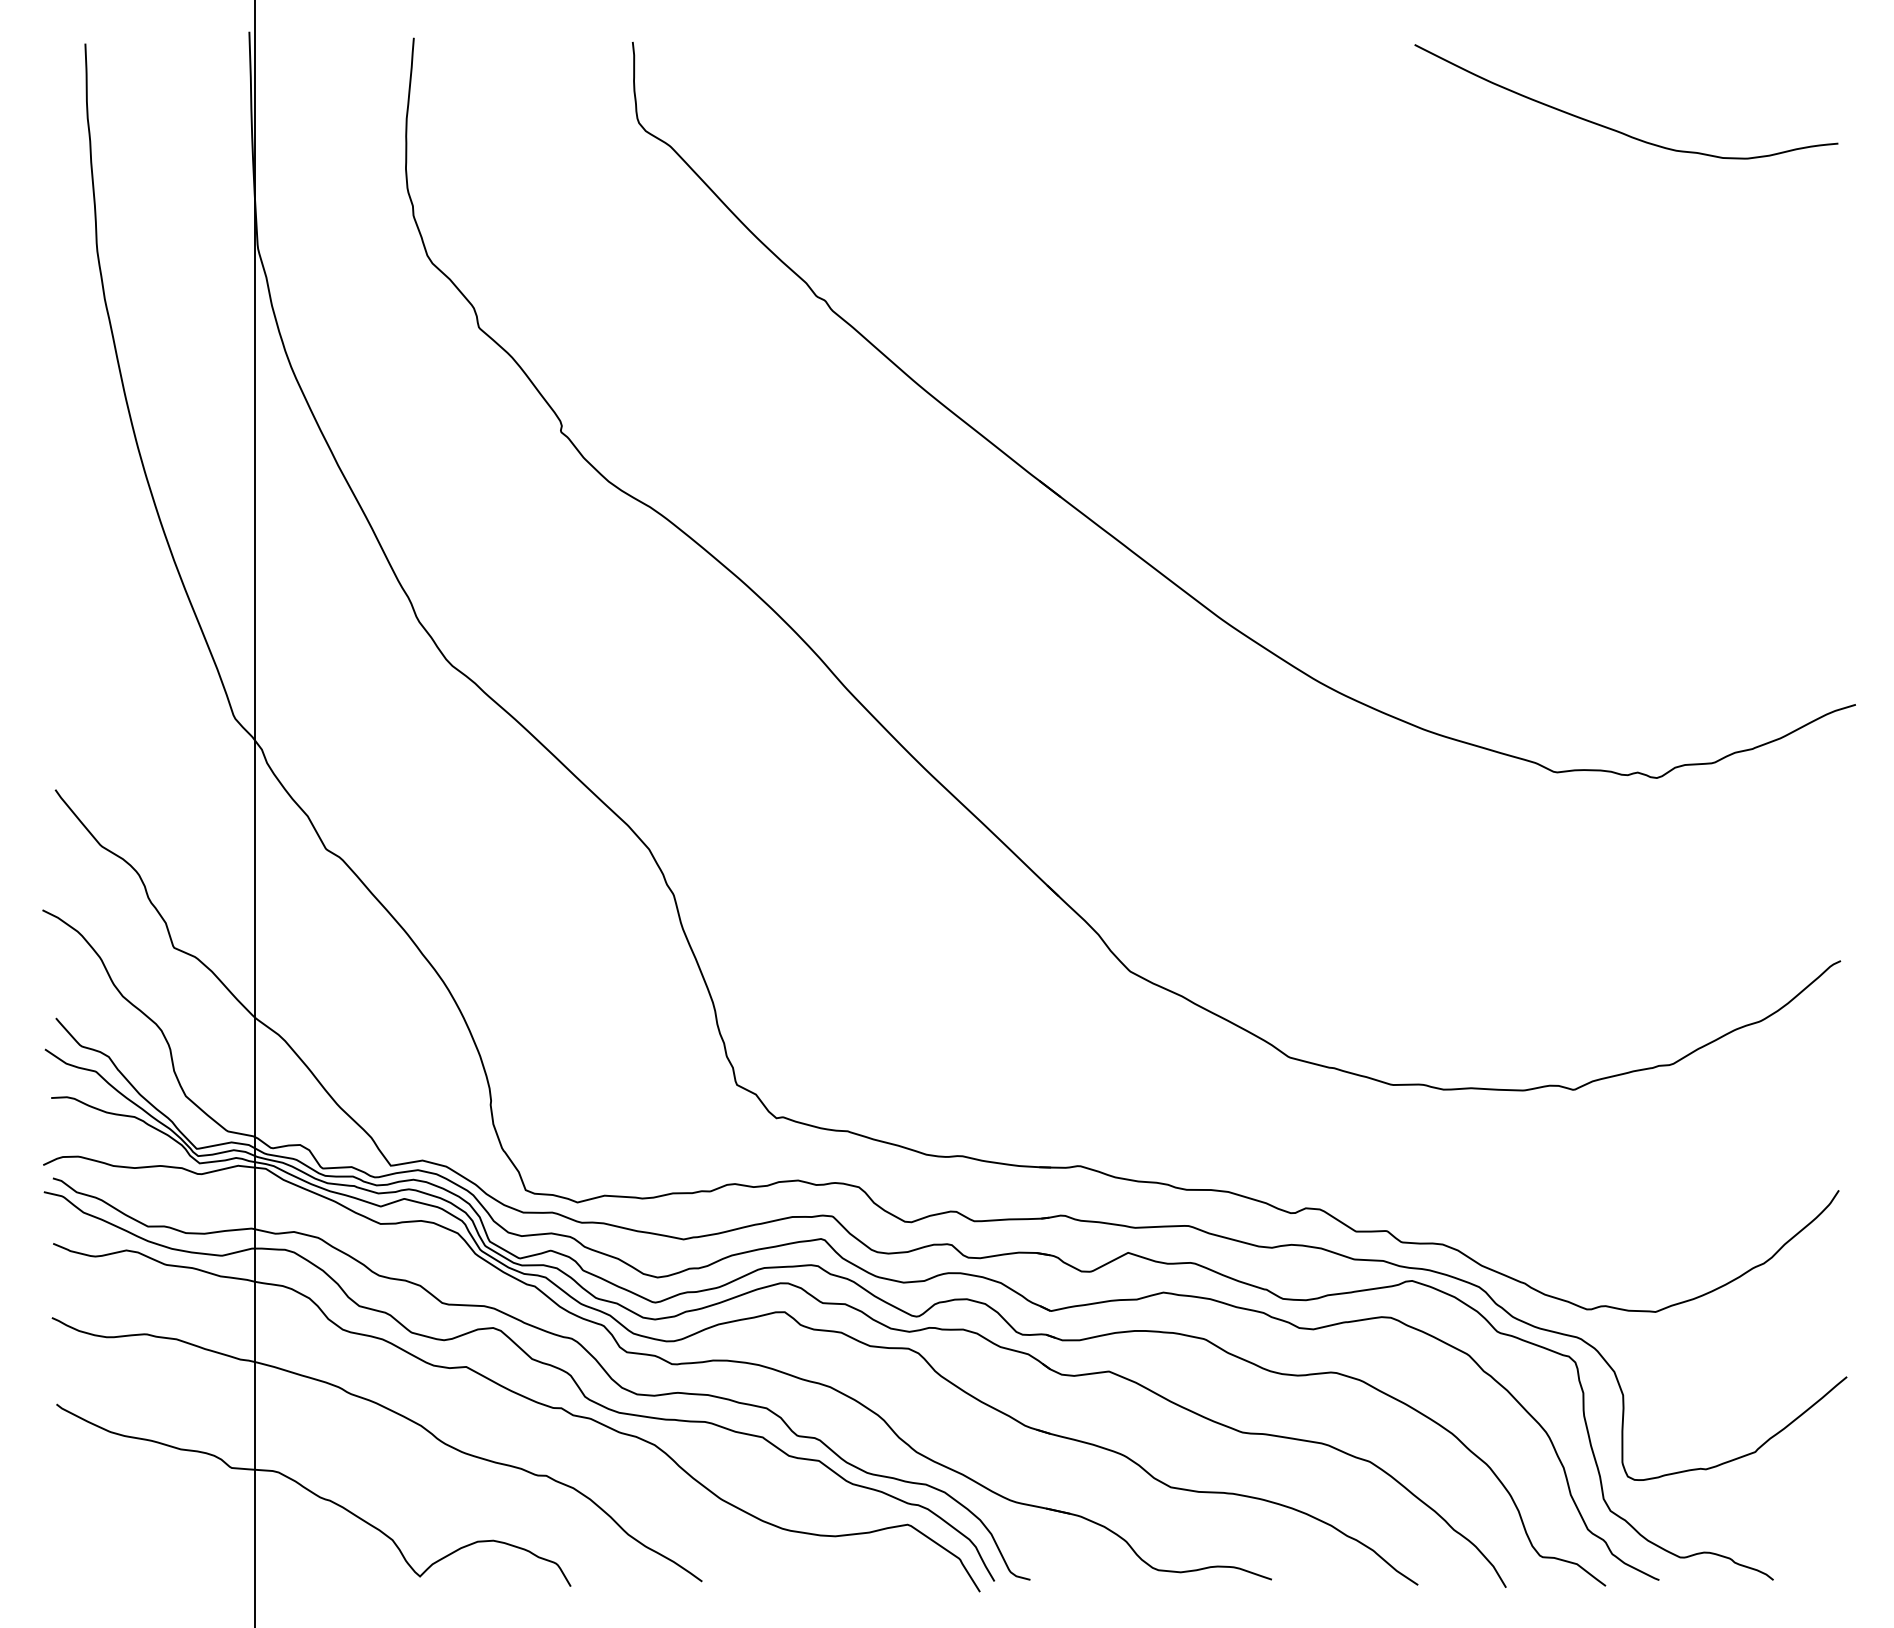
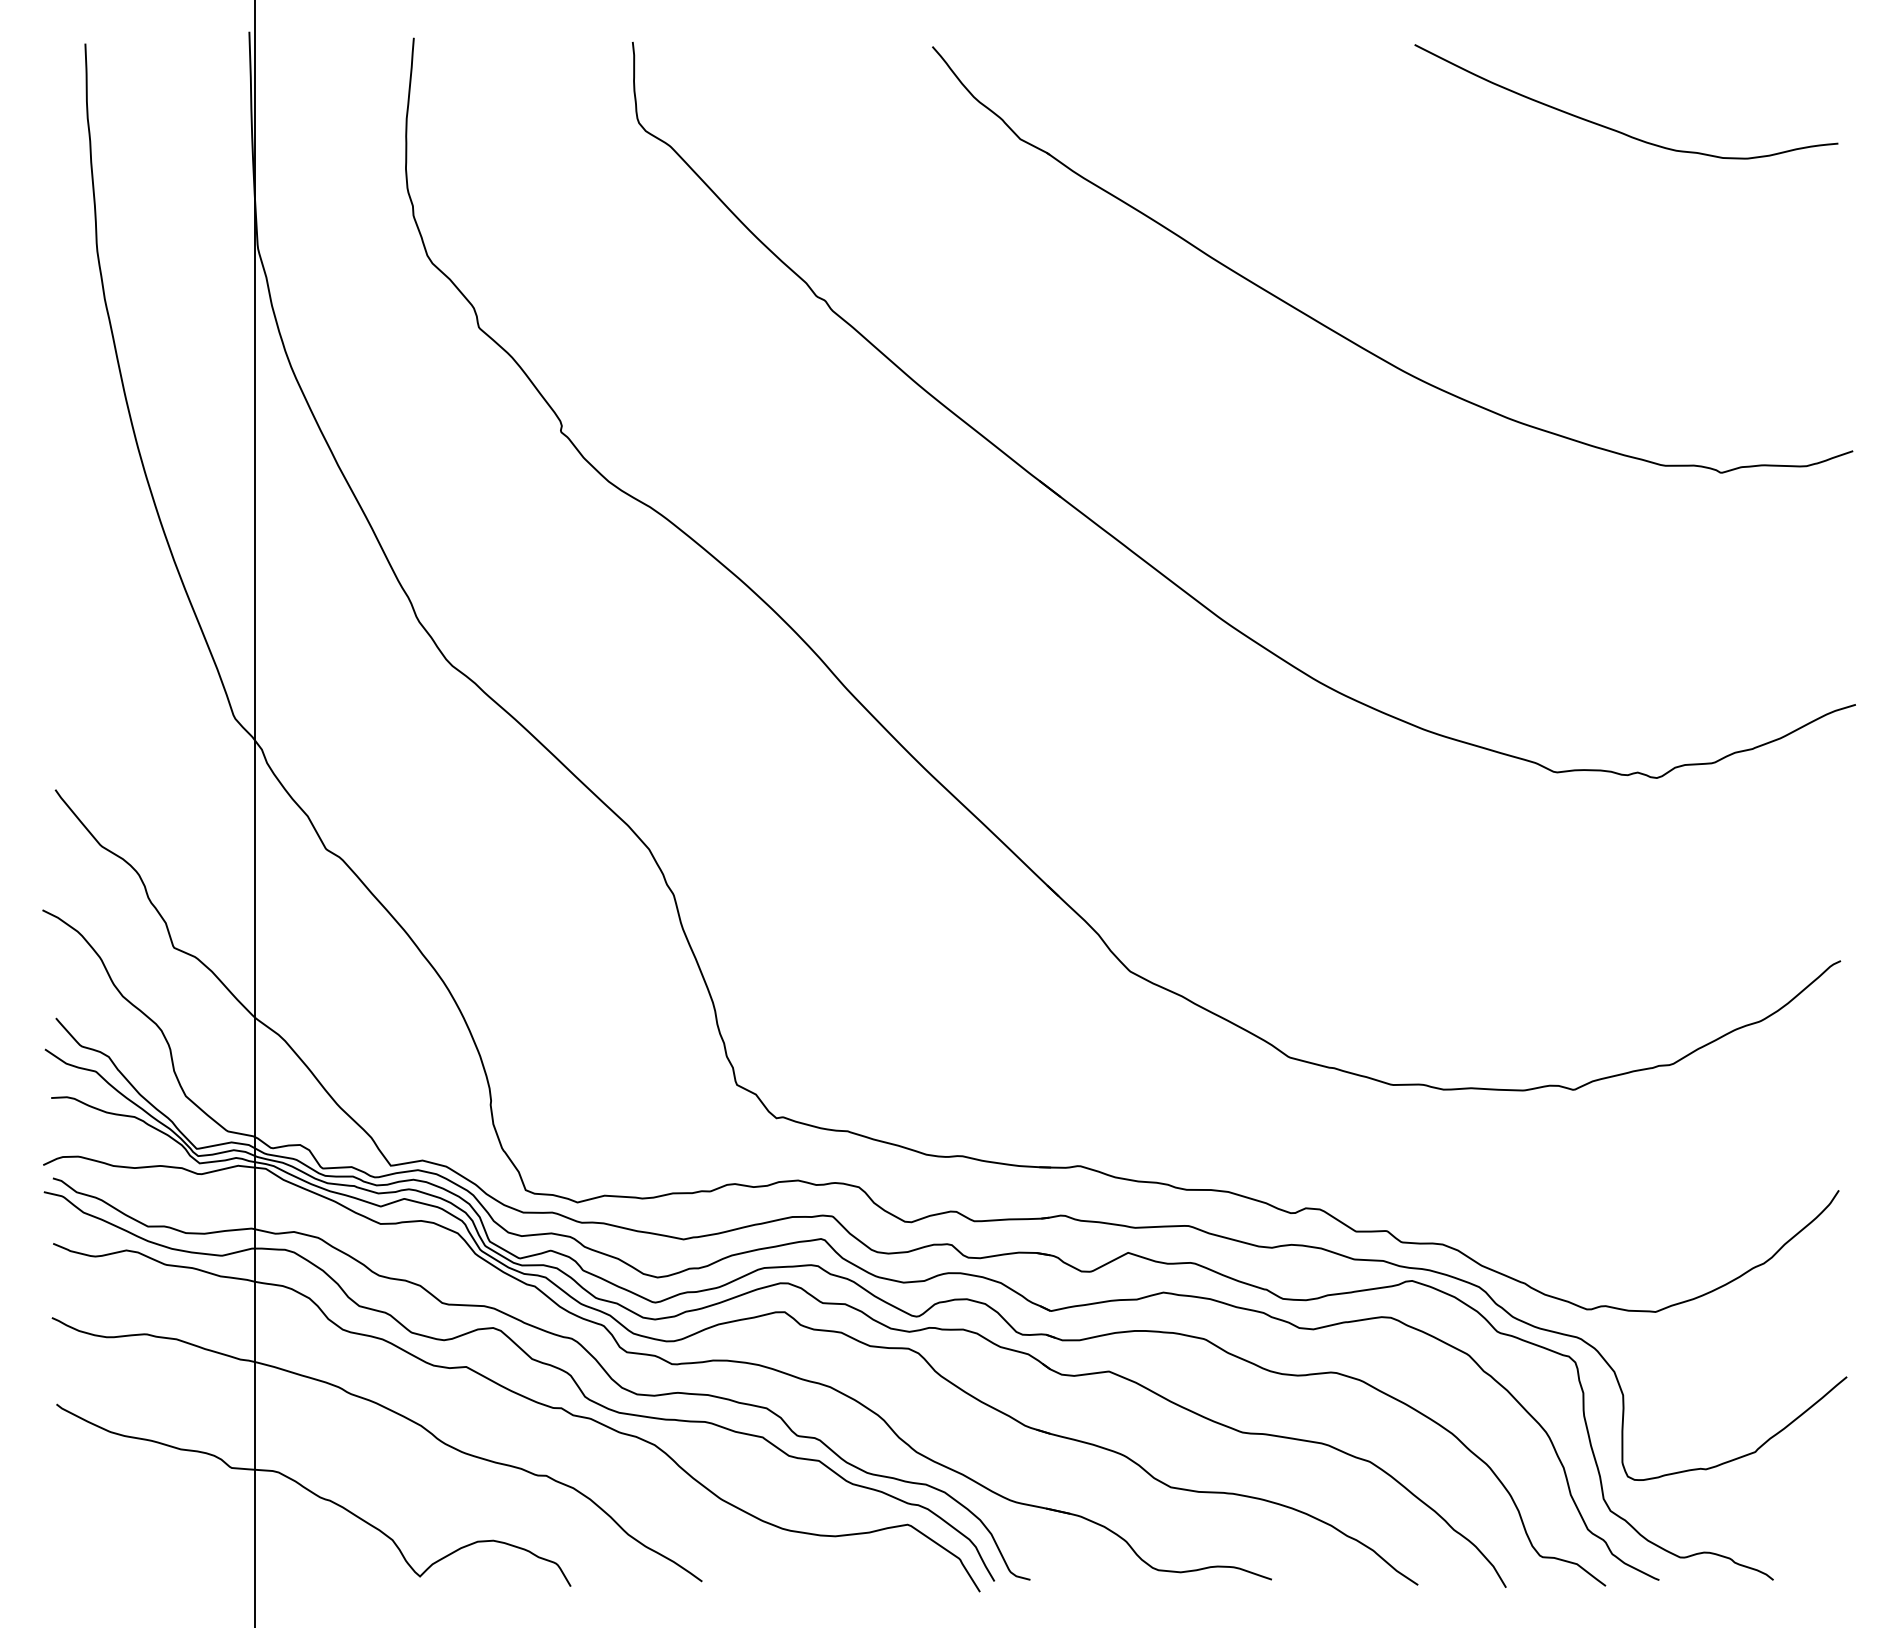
part at (1350, 339): none -> present
